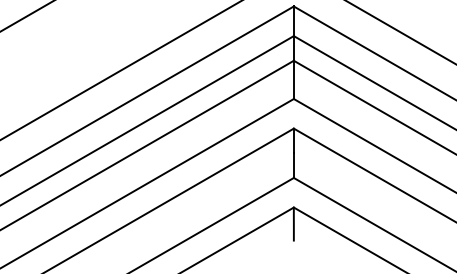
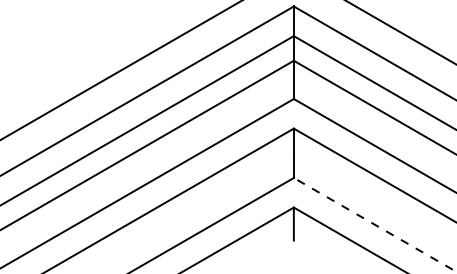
line at (26, 16): present -> none
line at (375, 224): solid -> dashed
